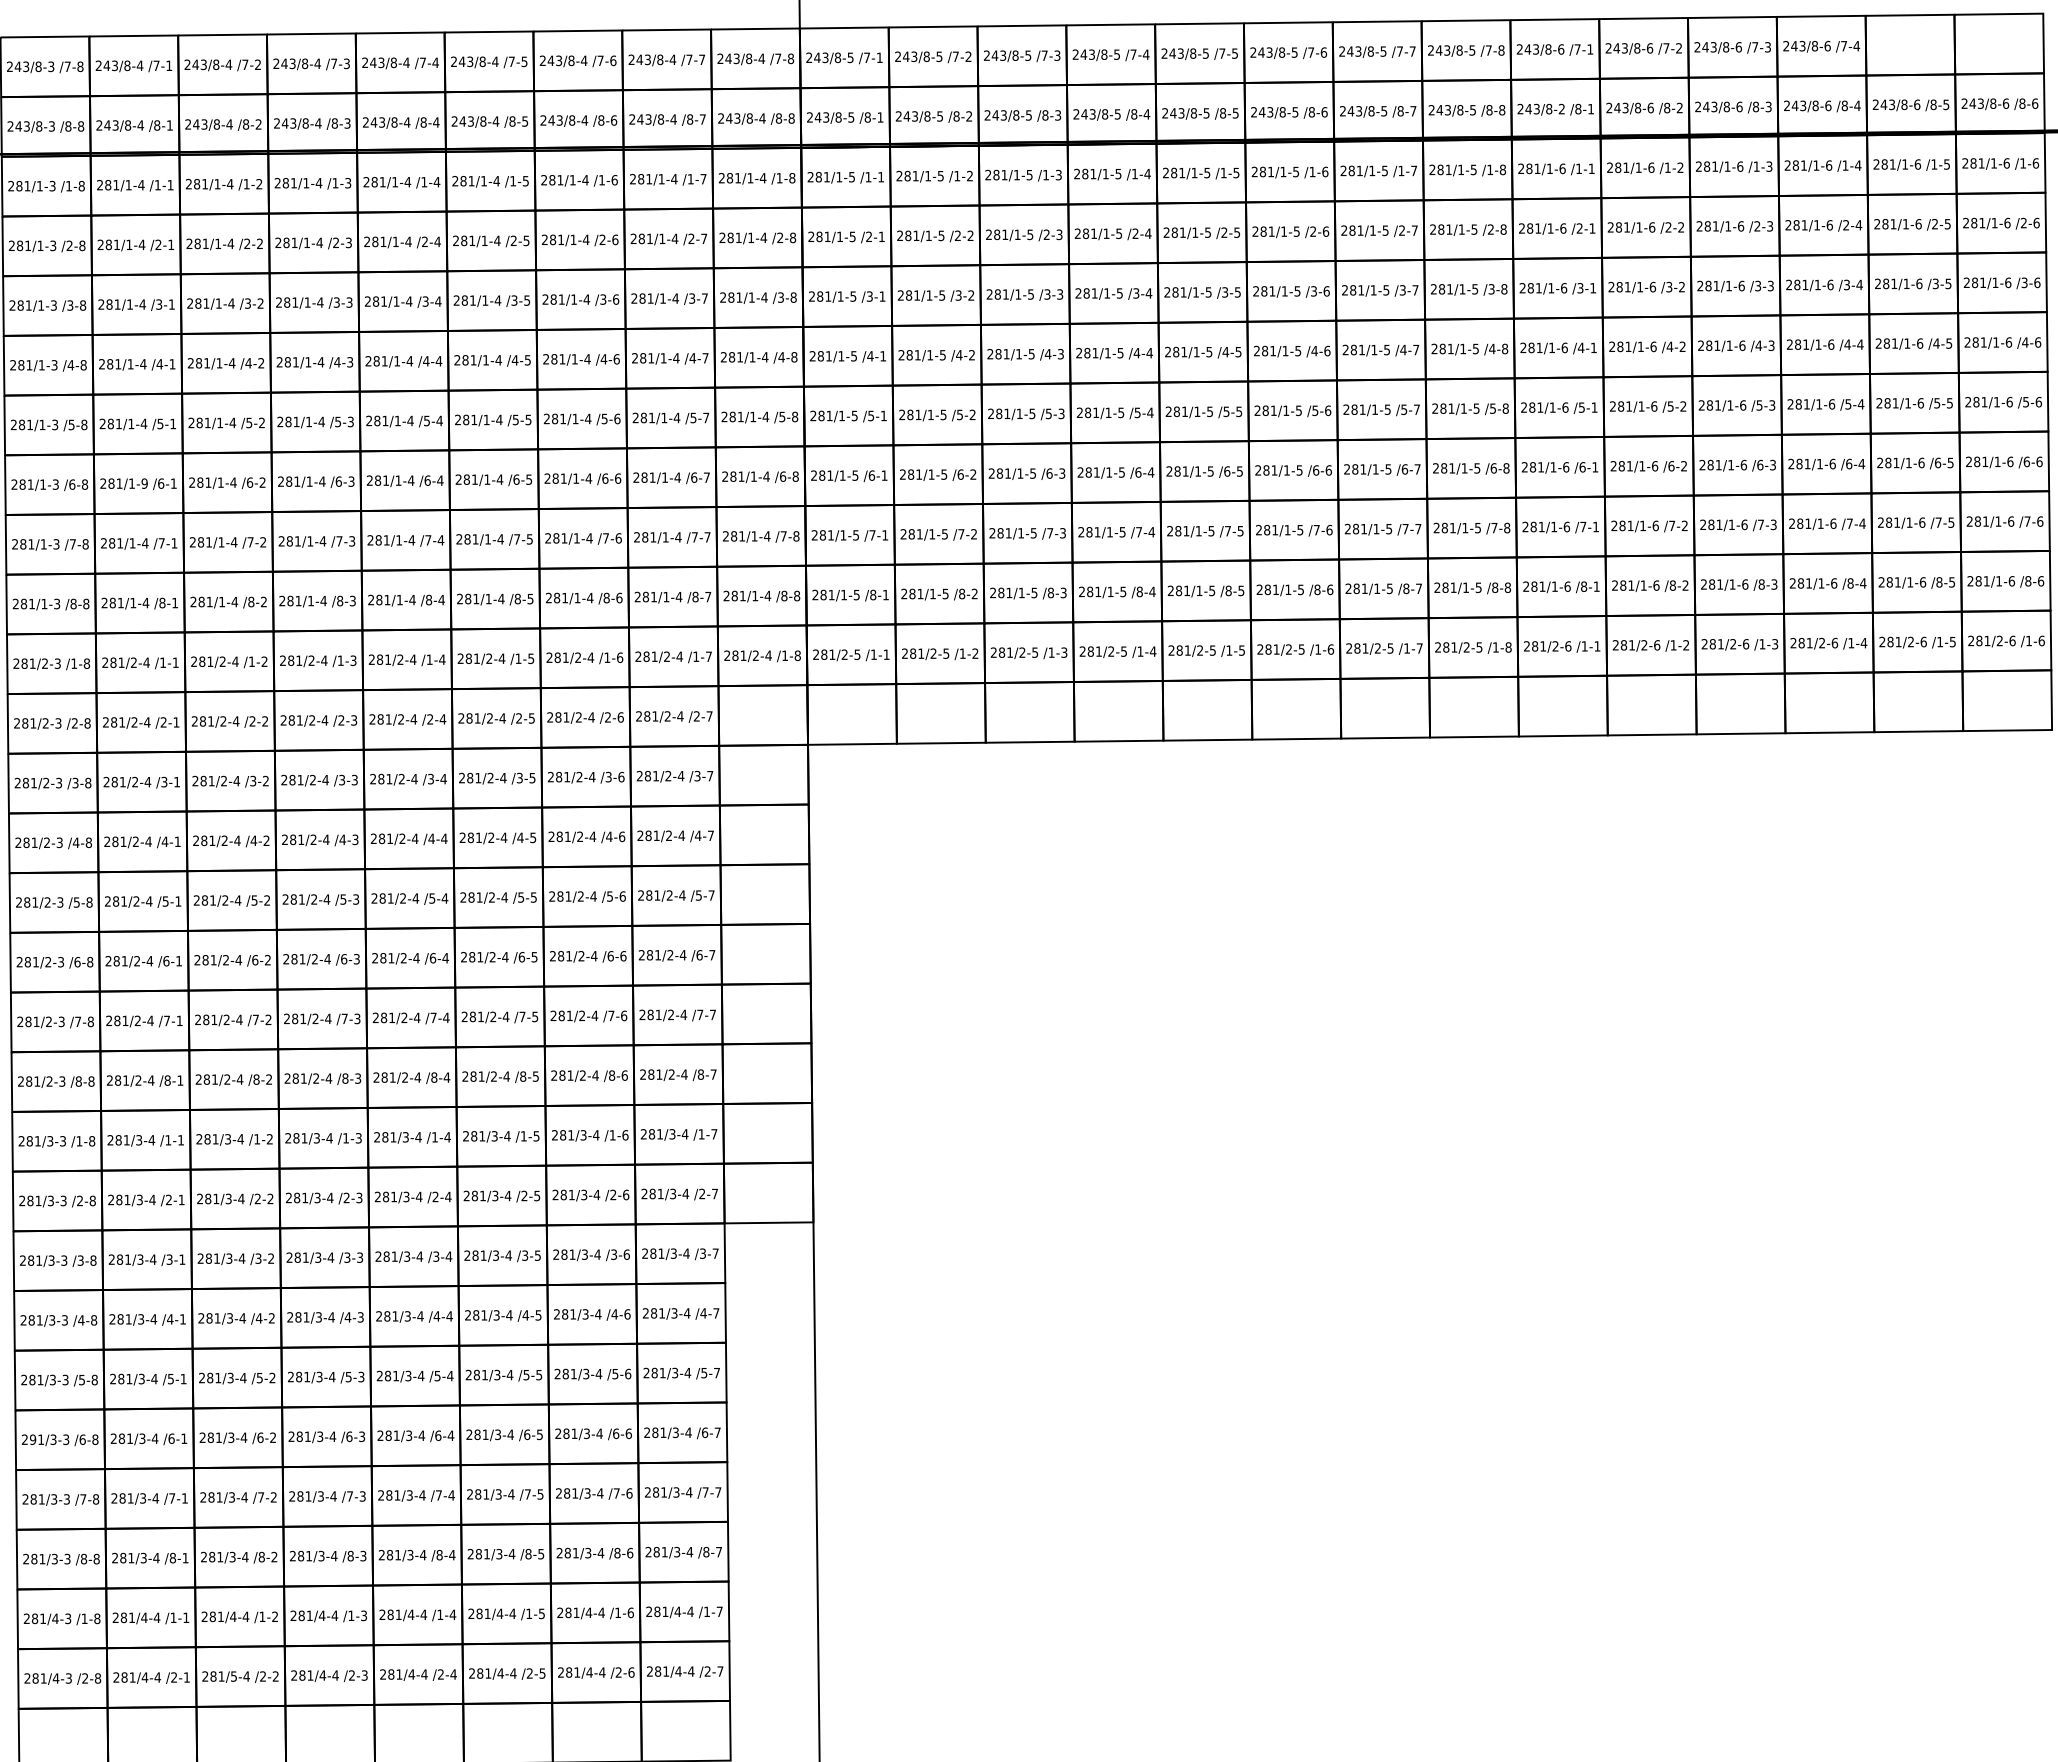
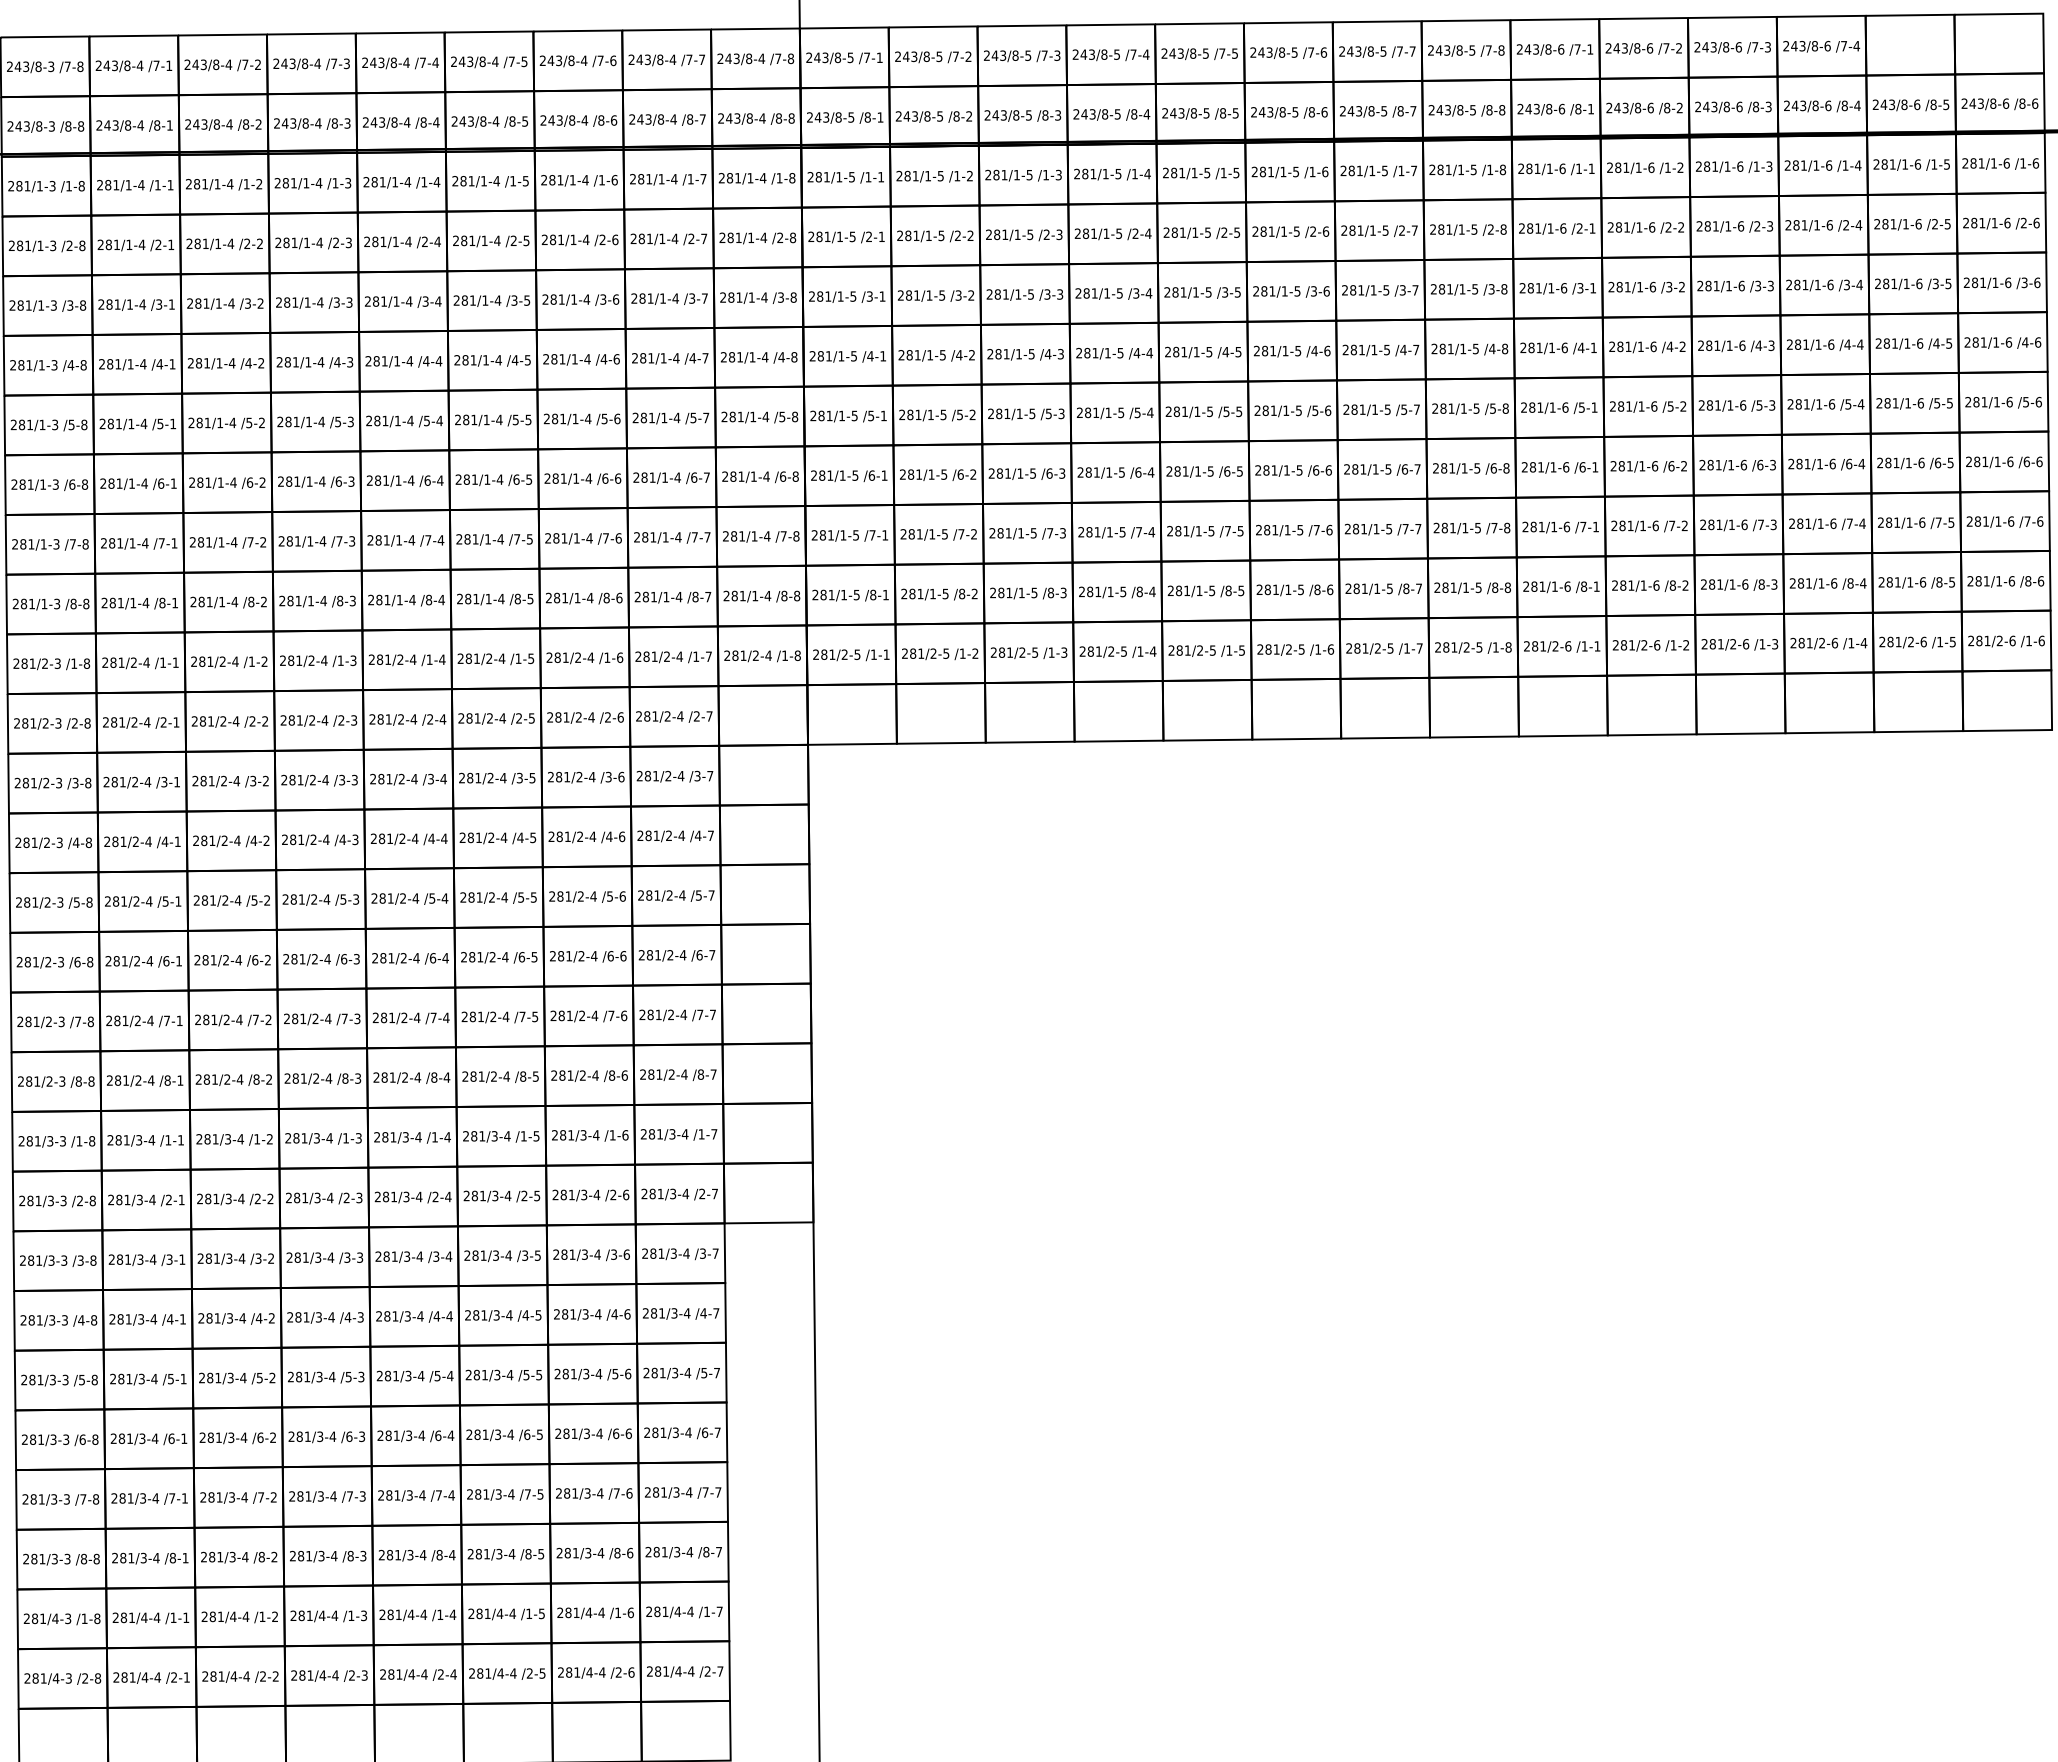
text at (1561, 108): 243/8-2 -> 243/8-6
text at (144, 483): 281/1-9 -> 281/1-4
text at (32, 1439): 291/3-3 -> 281/3-3
text at (233, 1676): 281/5-4 -> 281/4-4
